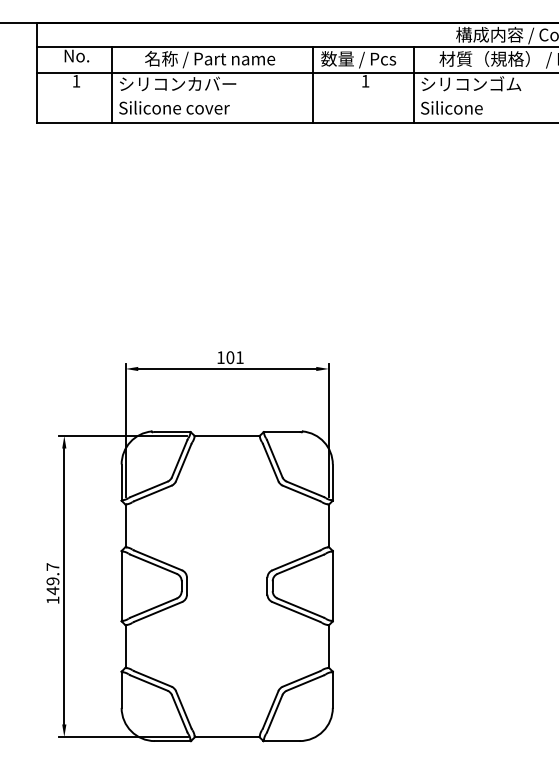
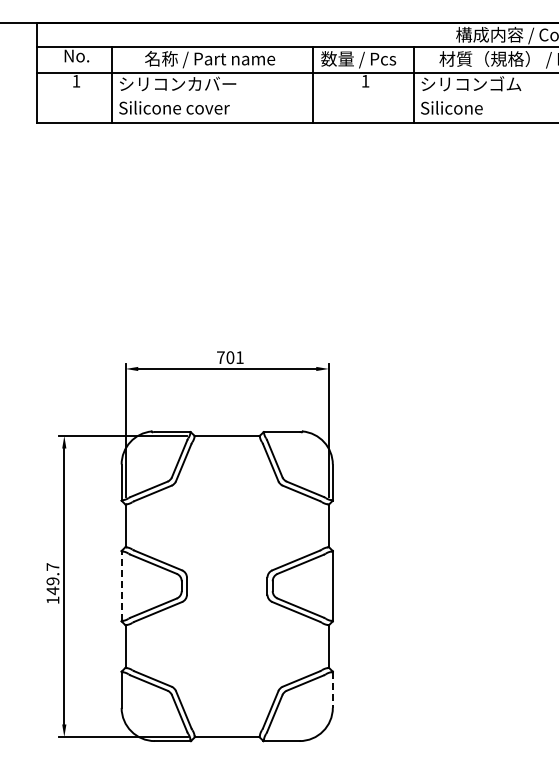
text at (220, 357): 101 -> 701
line at (121, 585): solid -> dashed
line at (332, 690): solid -> dashed
